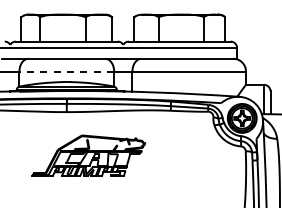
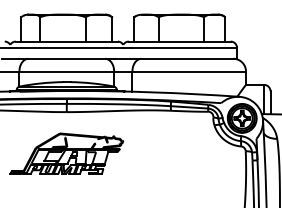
line at (66, 71): dashed -> solid
part at (88, 155) position: (88, 155) -> (66, 153)
